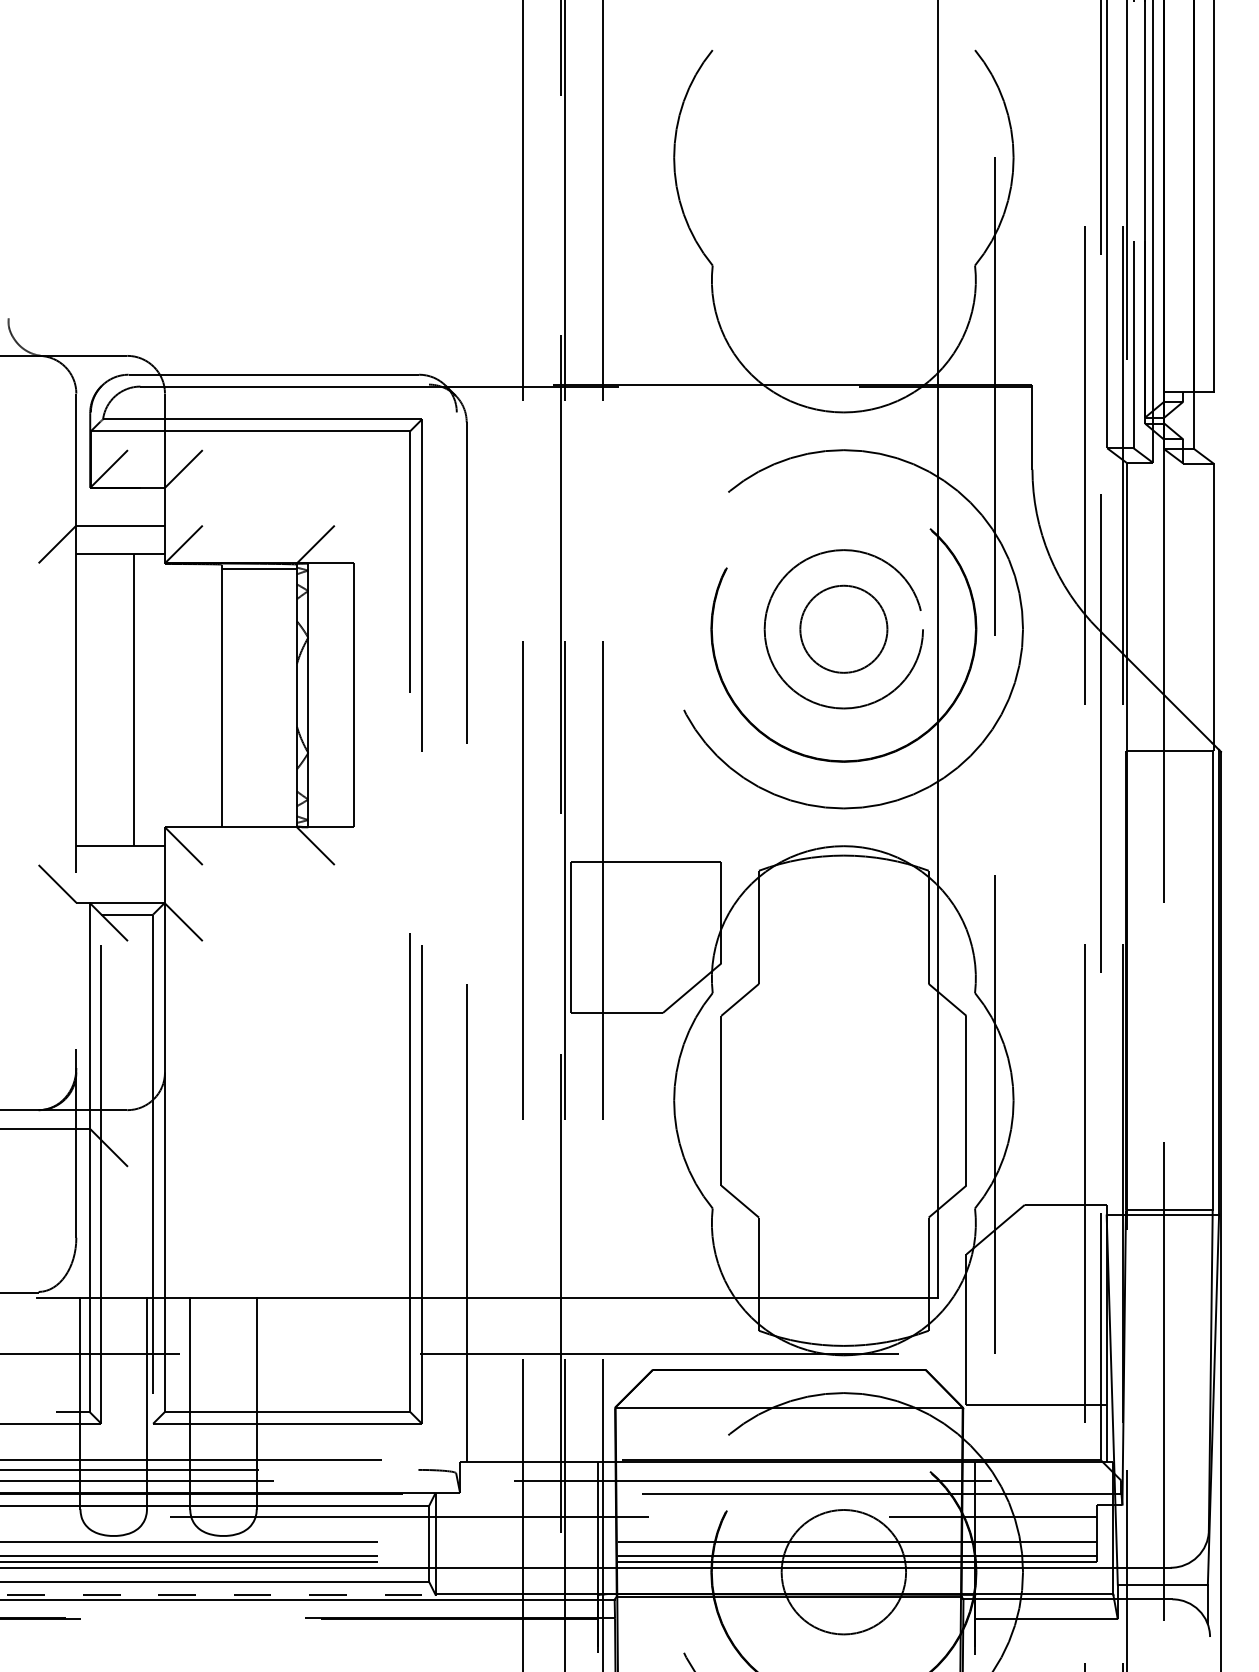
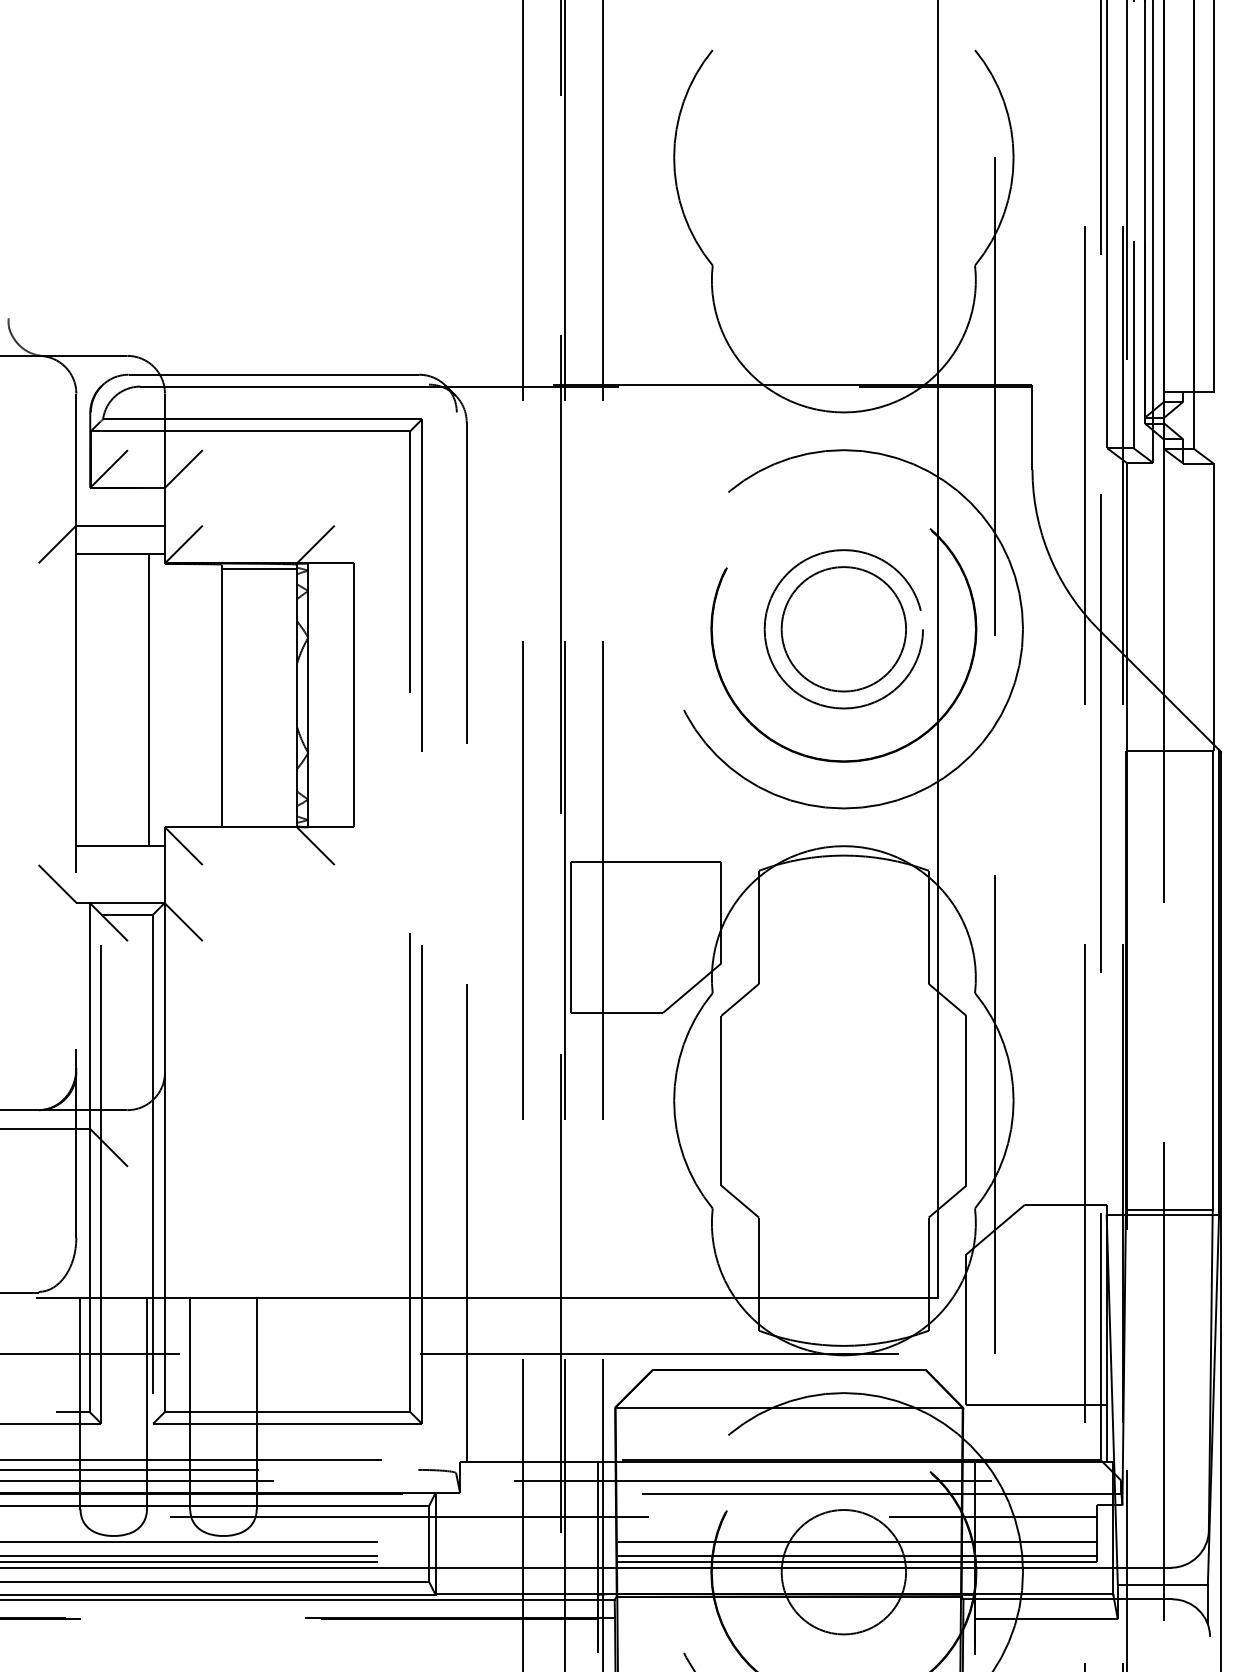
circle at (843, 628) diameter: 87 px -> 124 px
line at (133, 699) position: (133, 699) -> (148, 699)
line at (218, 1595): dashed -> solid
